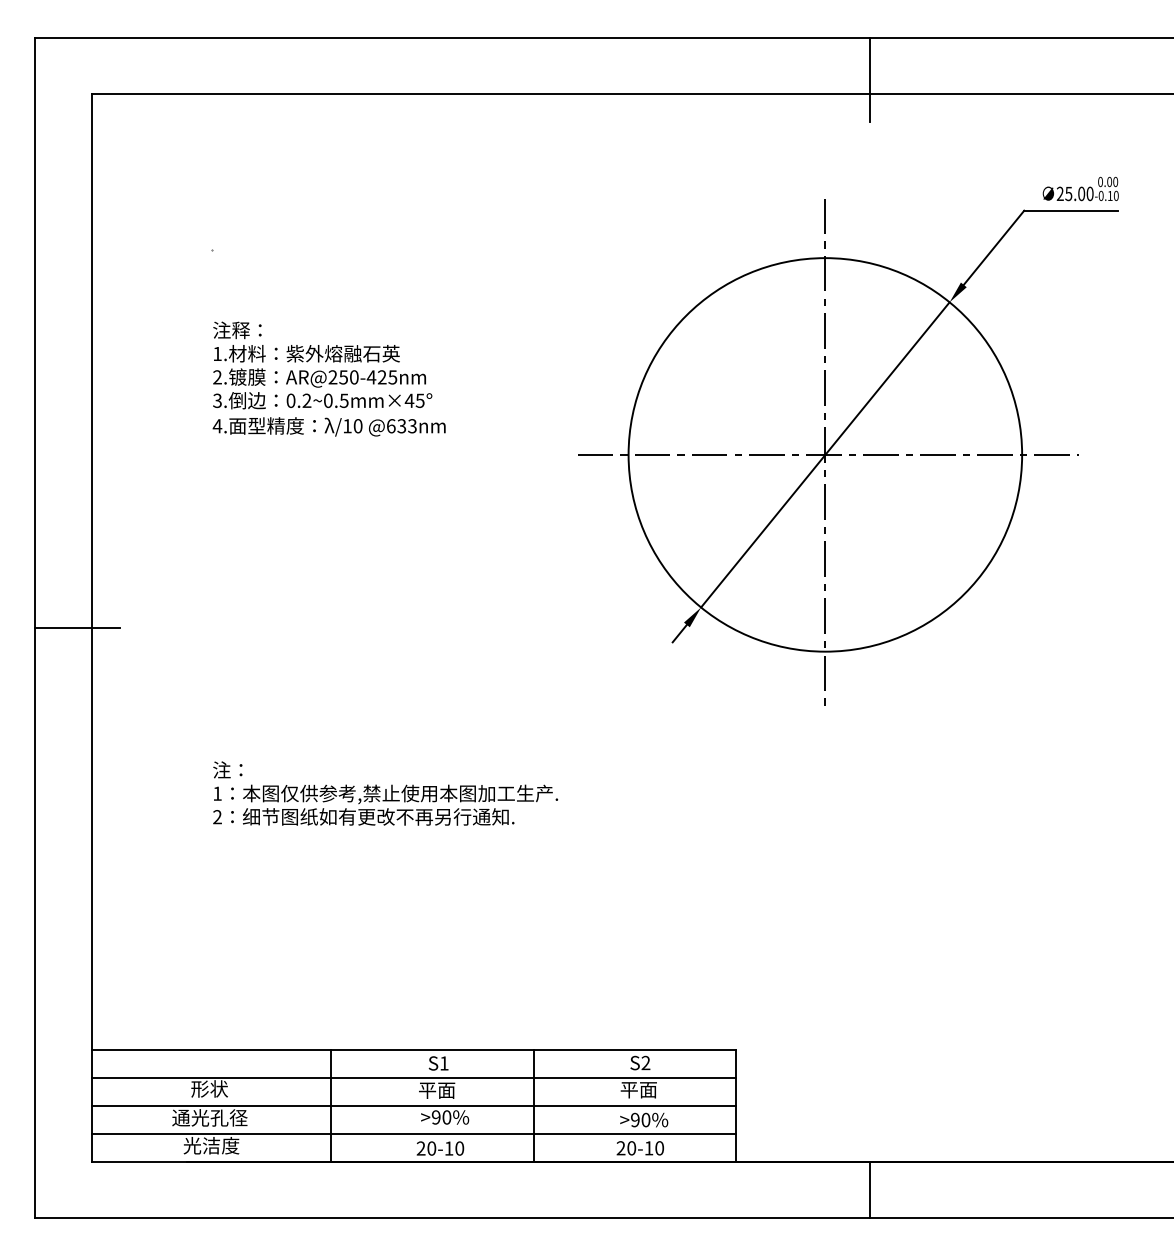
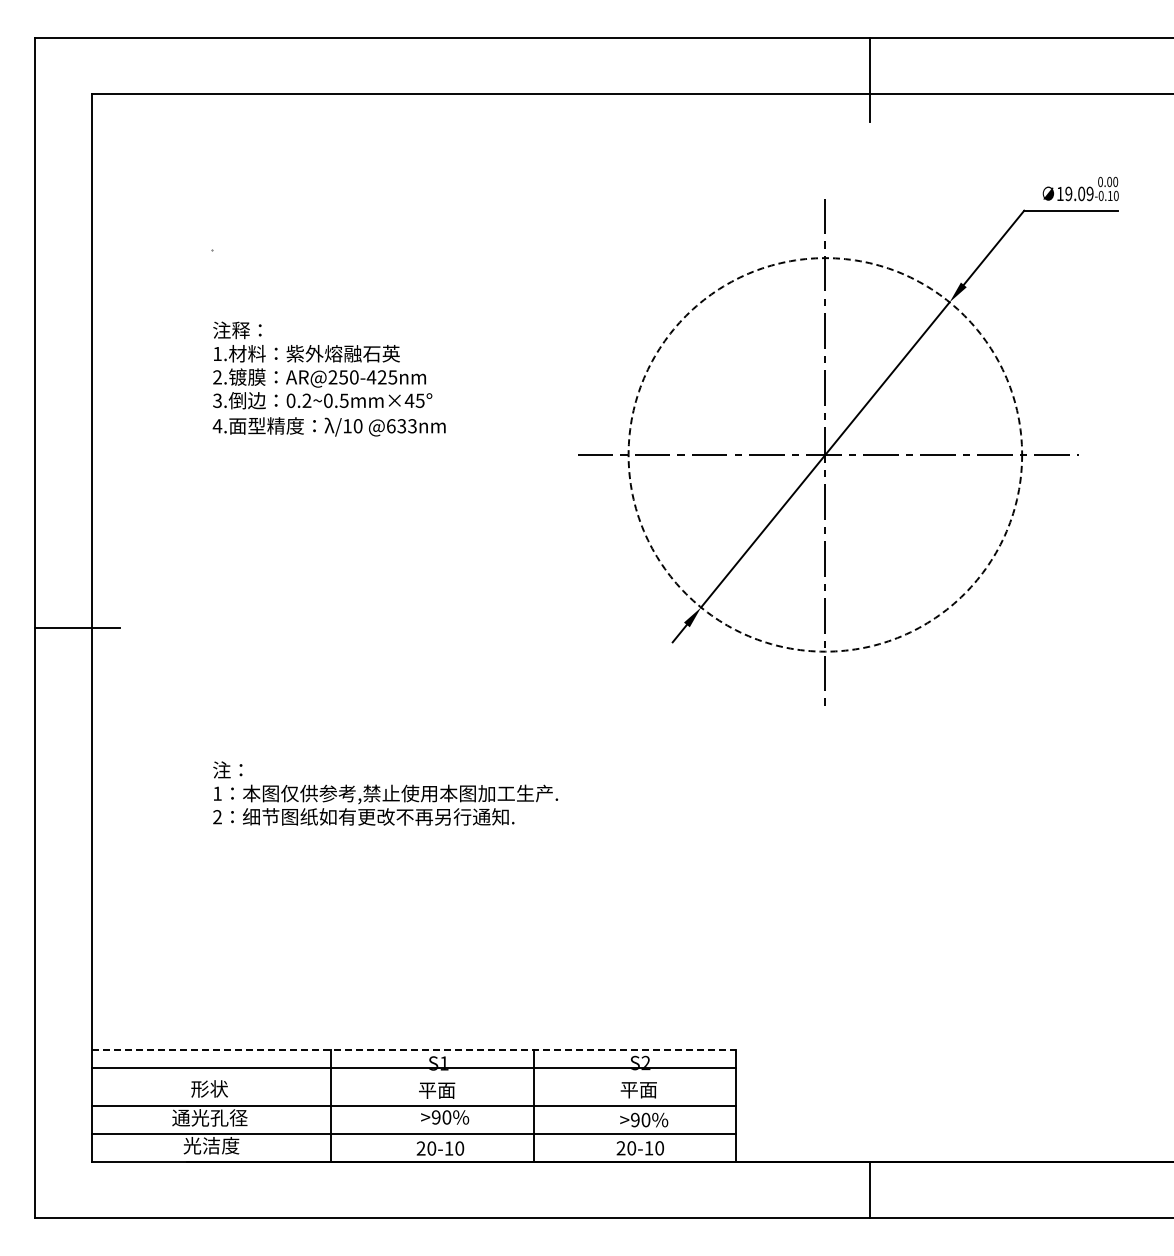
text at (1074, 193): 25.00 -> 19.09
circle at (825, 454): solid -> dashed
line at (414, 1049): solid -> dashed
line at (413, 1077) position: (413, 1077) -> (413, 1067)
